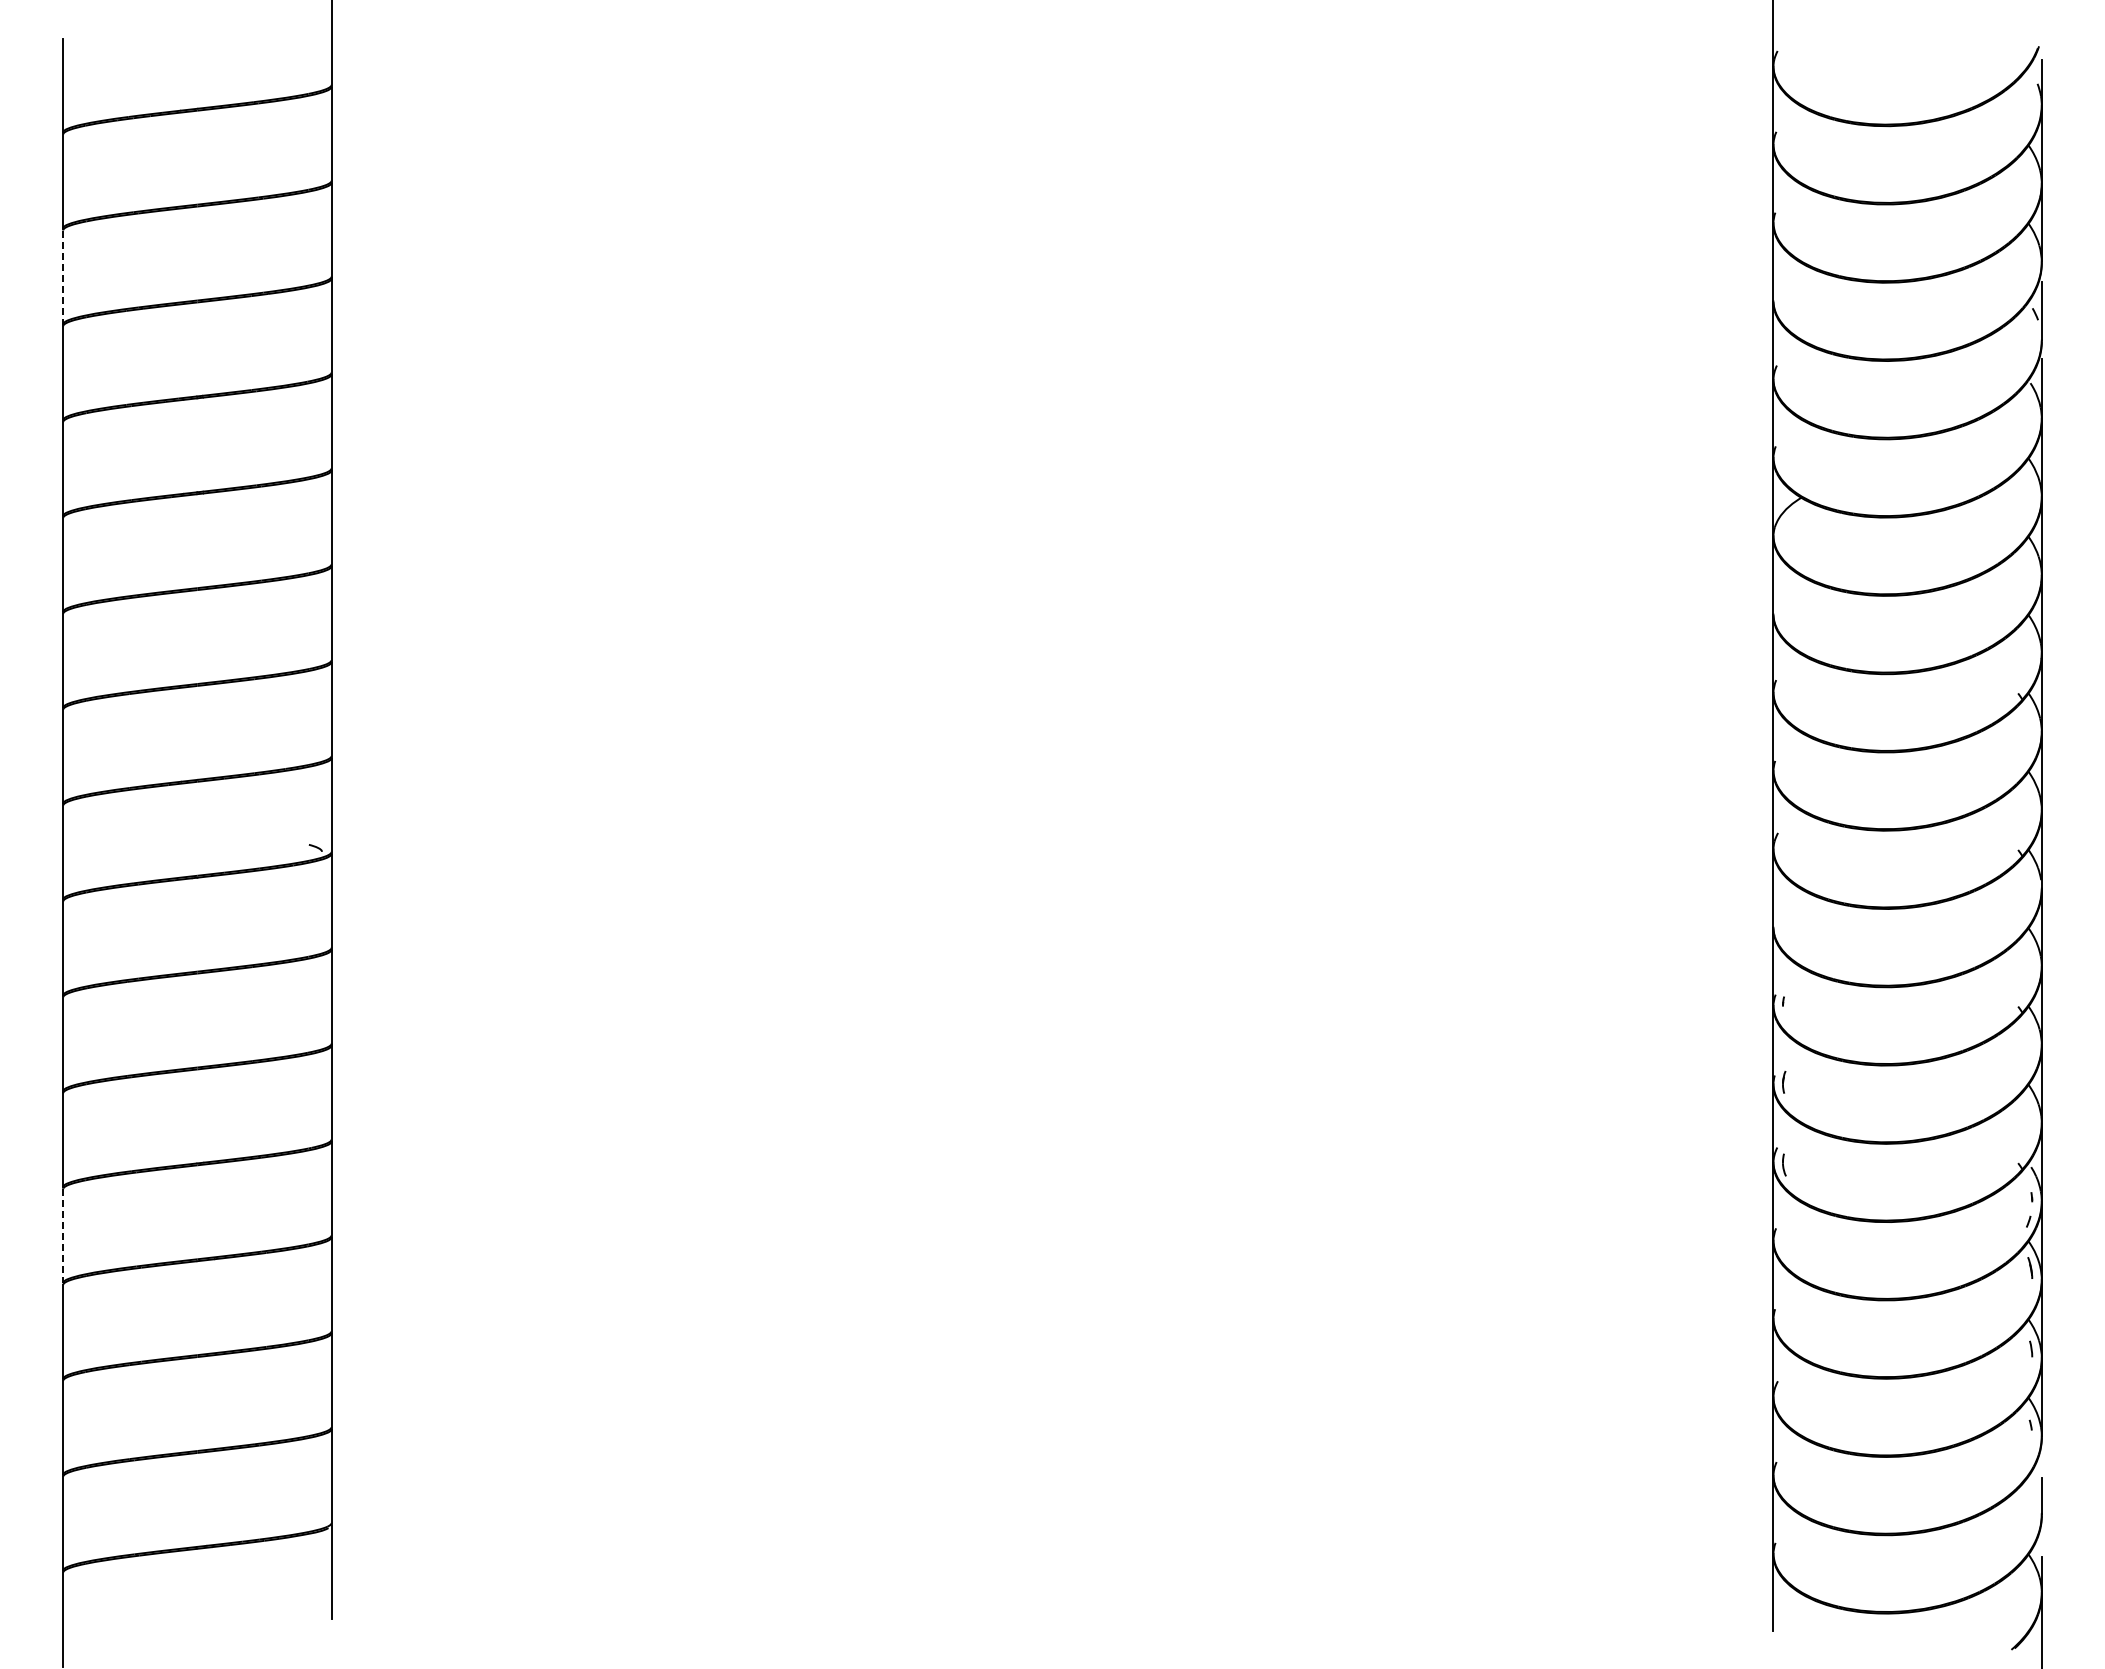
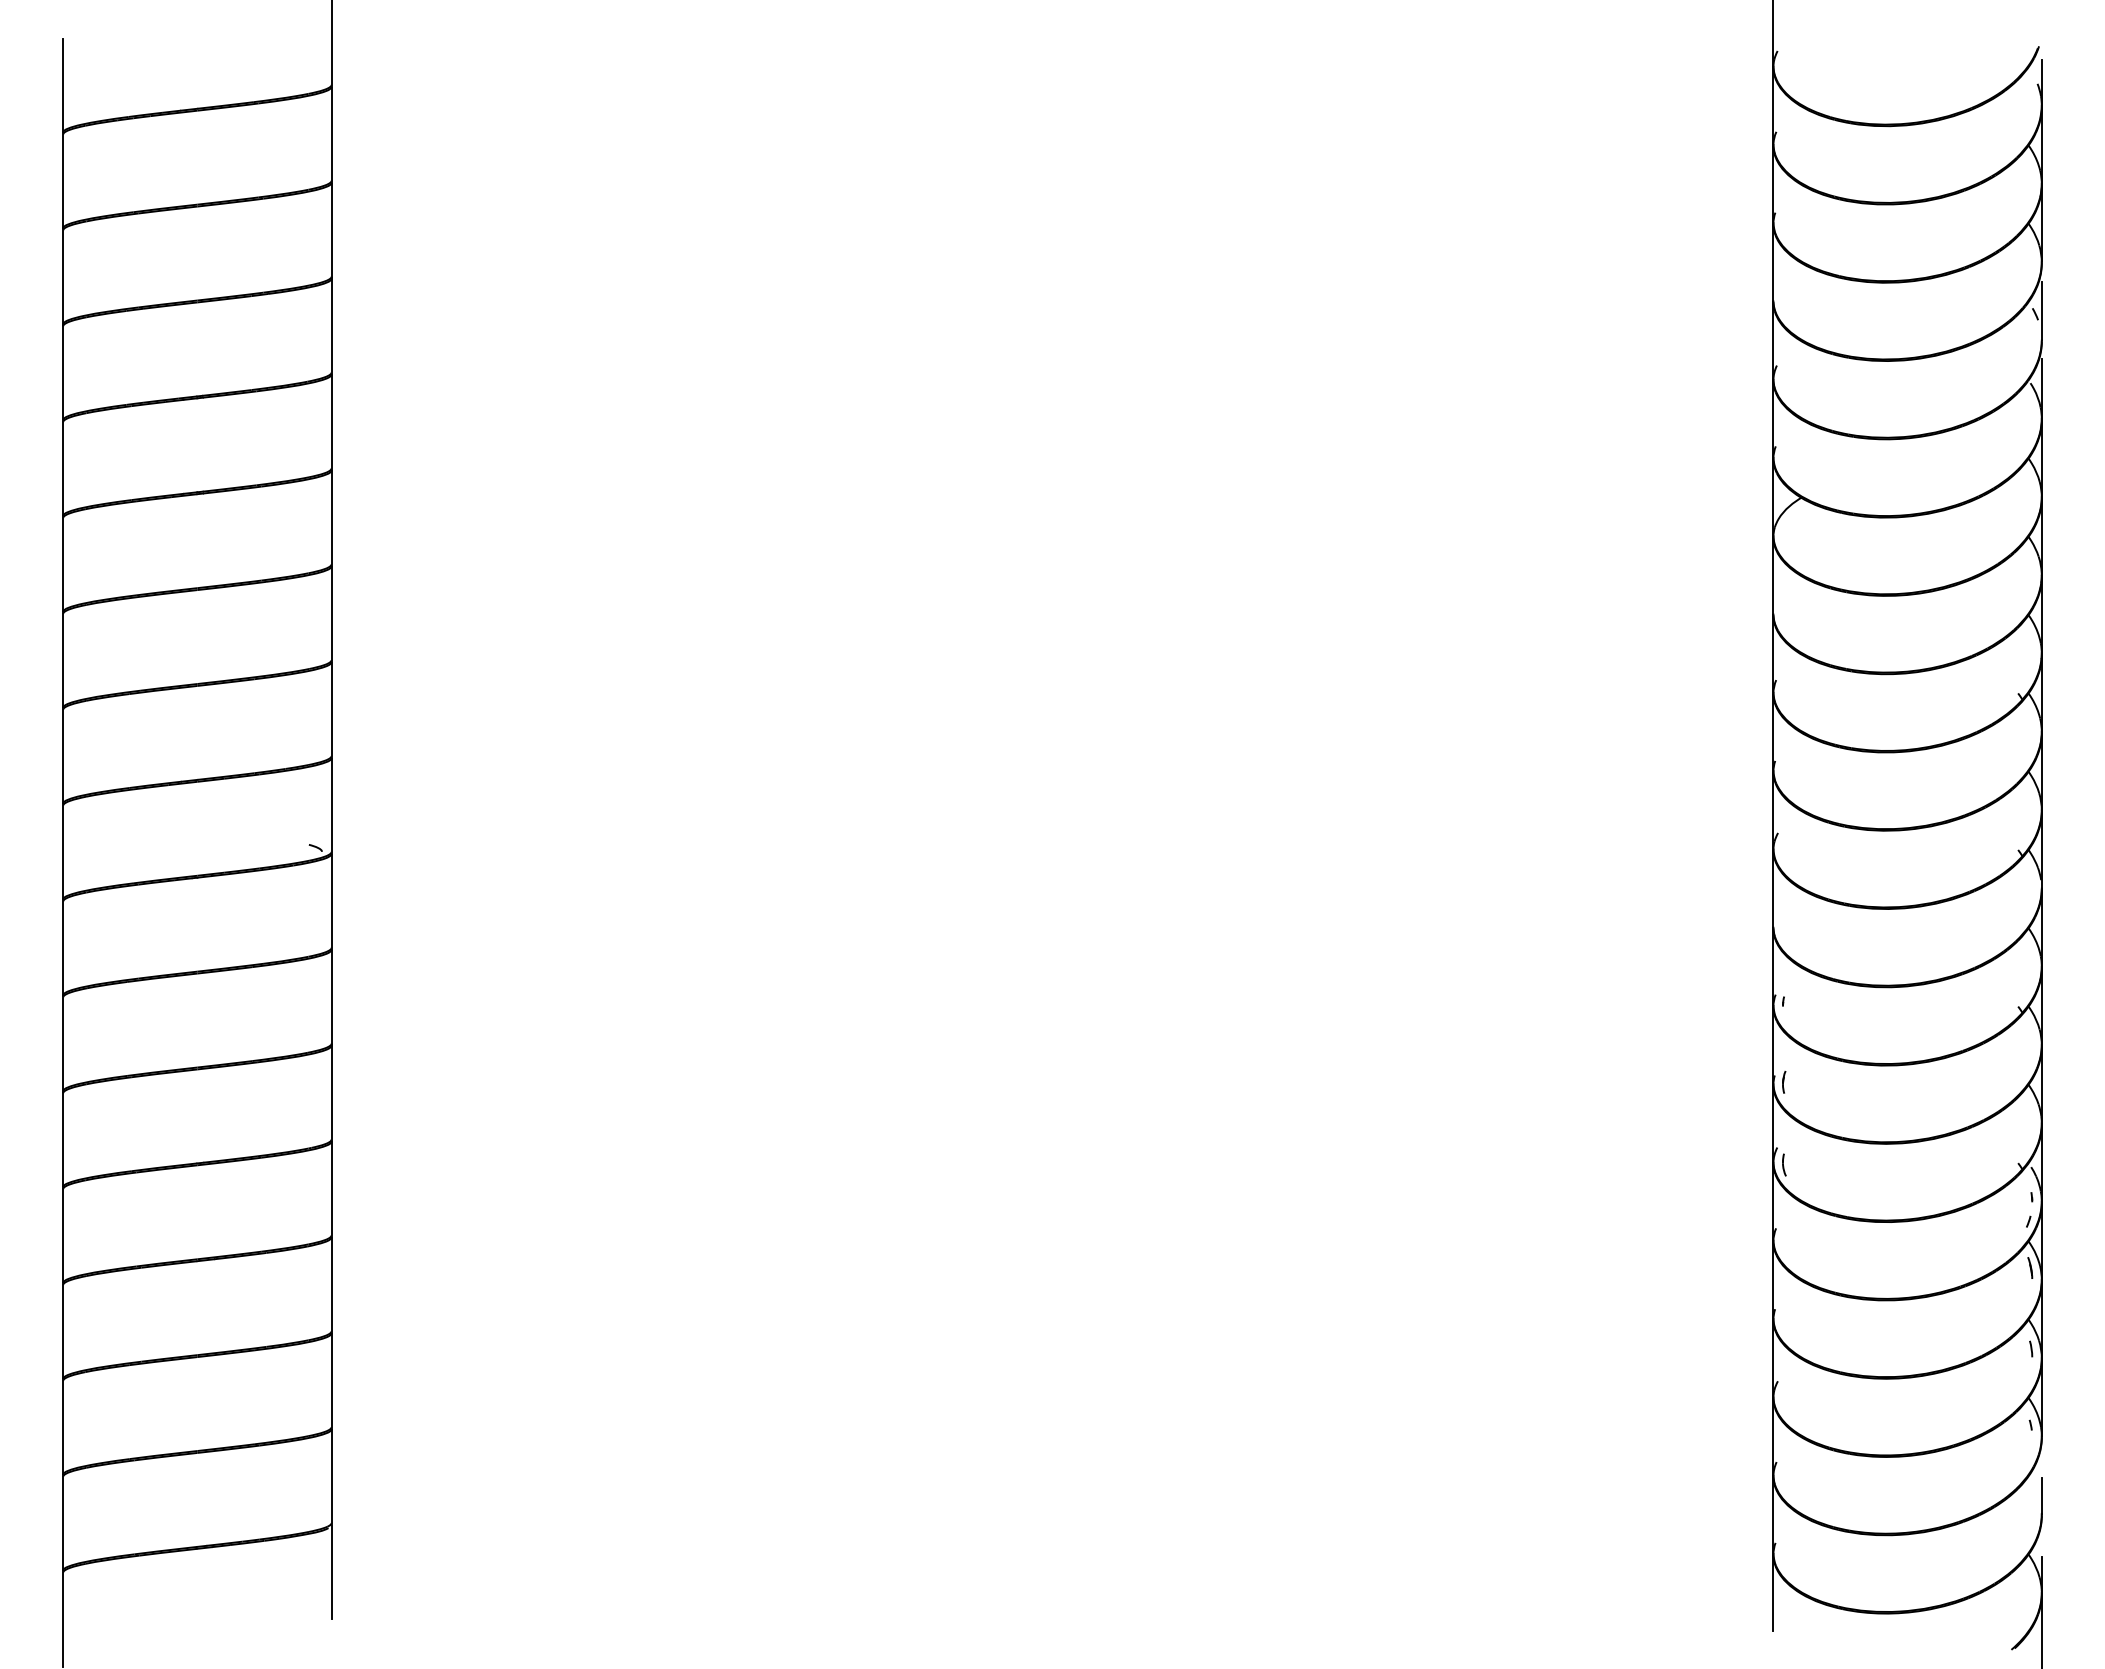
line at (63, 277): dashed -> solid
line at (63, 1236): dashed -> solid
